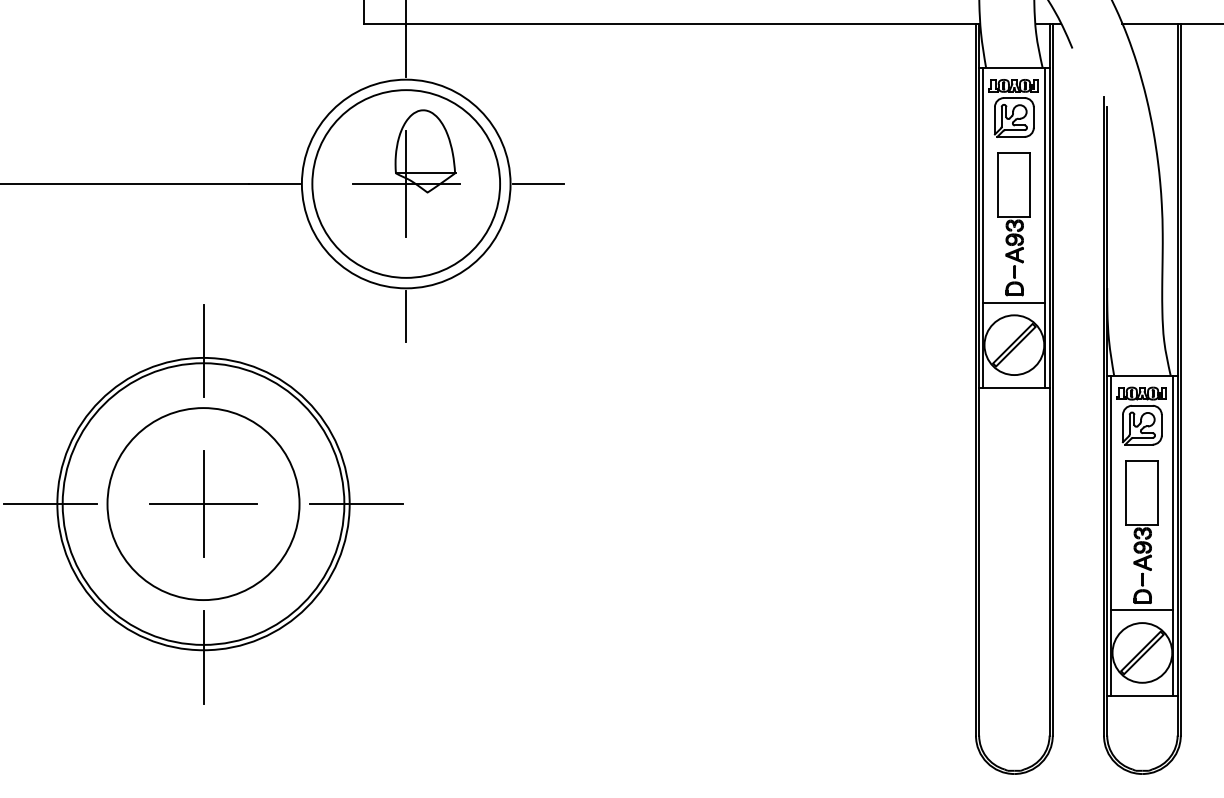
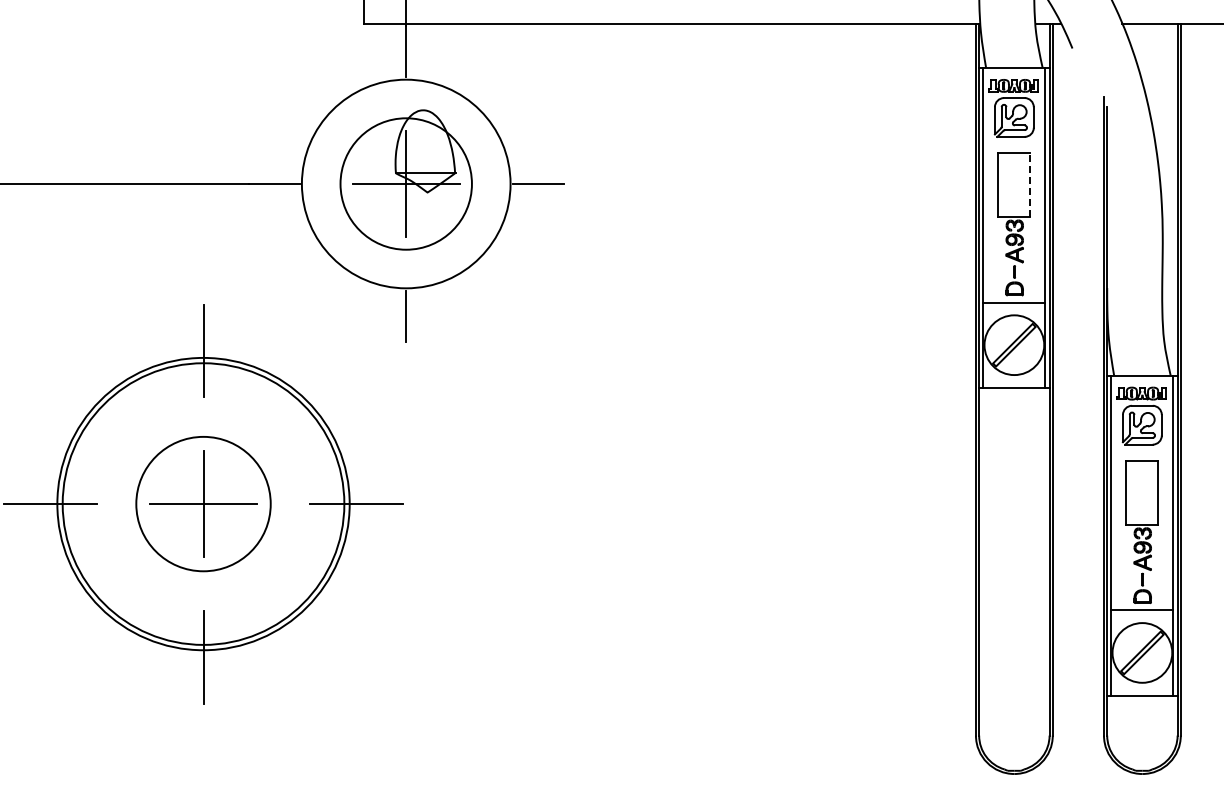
circle at (406, 183) diameter: 188 px -> 131 px
line at (1030, 184): solid -> dashed
circle at (203, 504) diameter: 192 px -> 134 px
